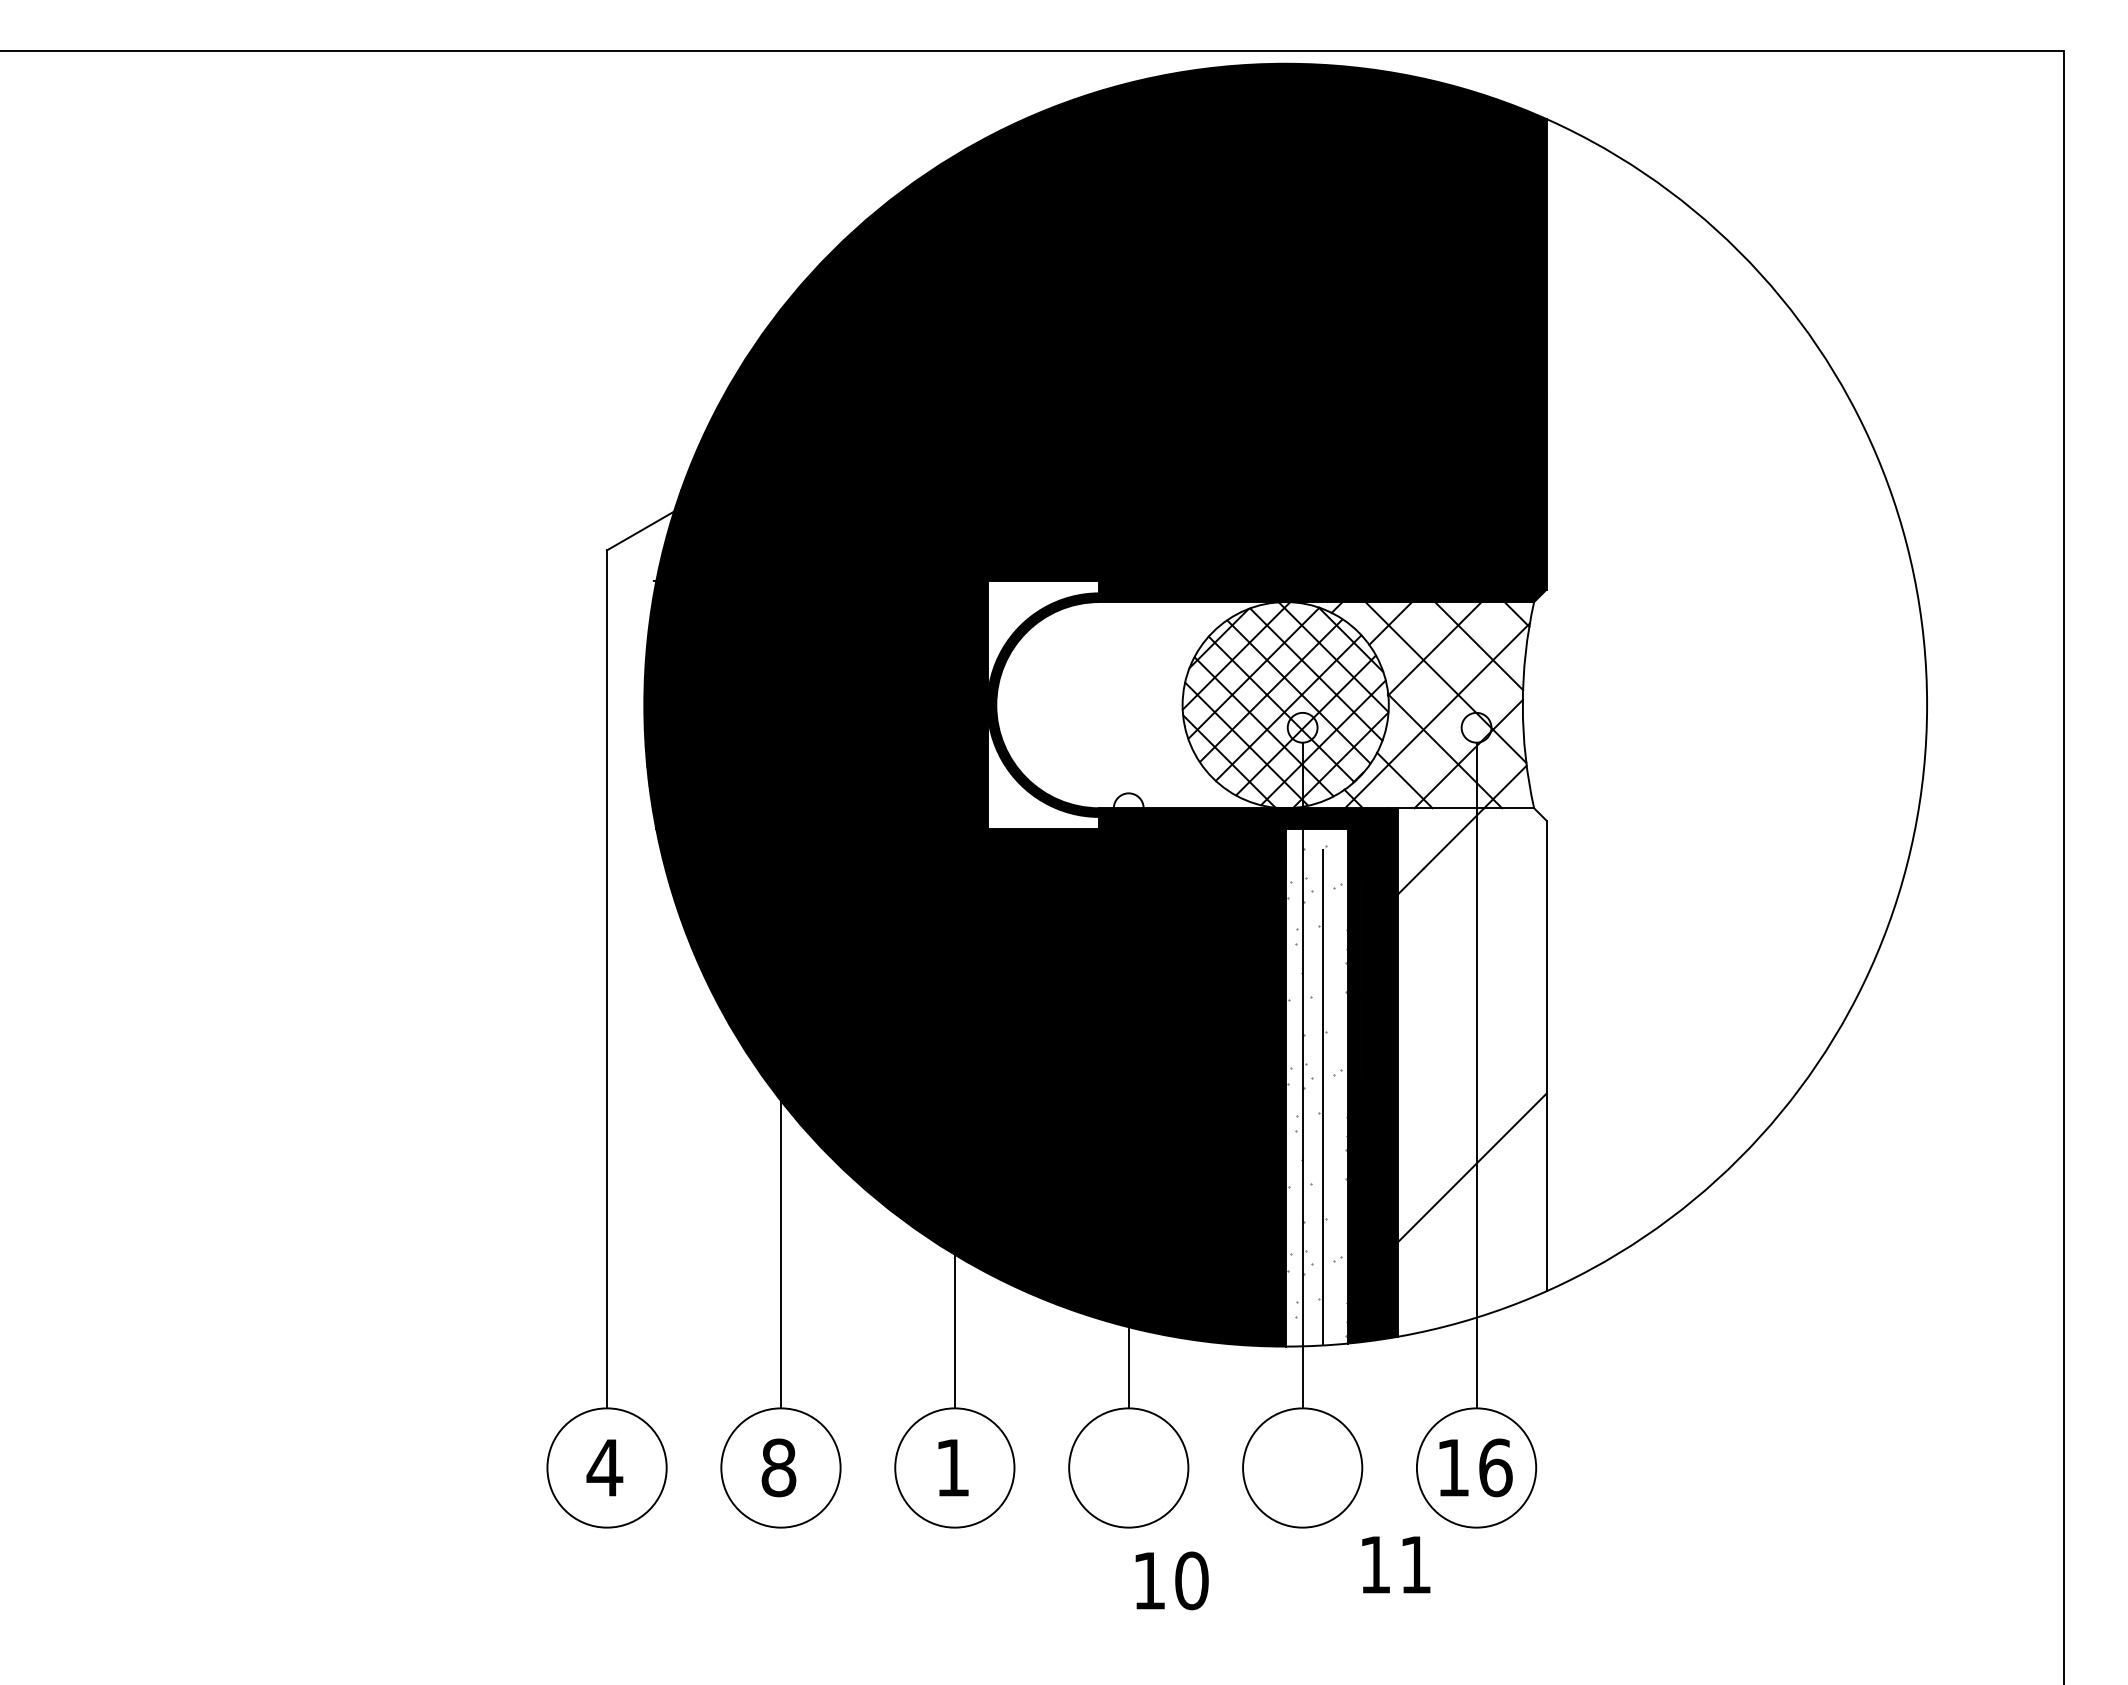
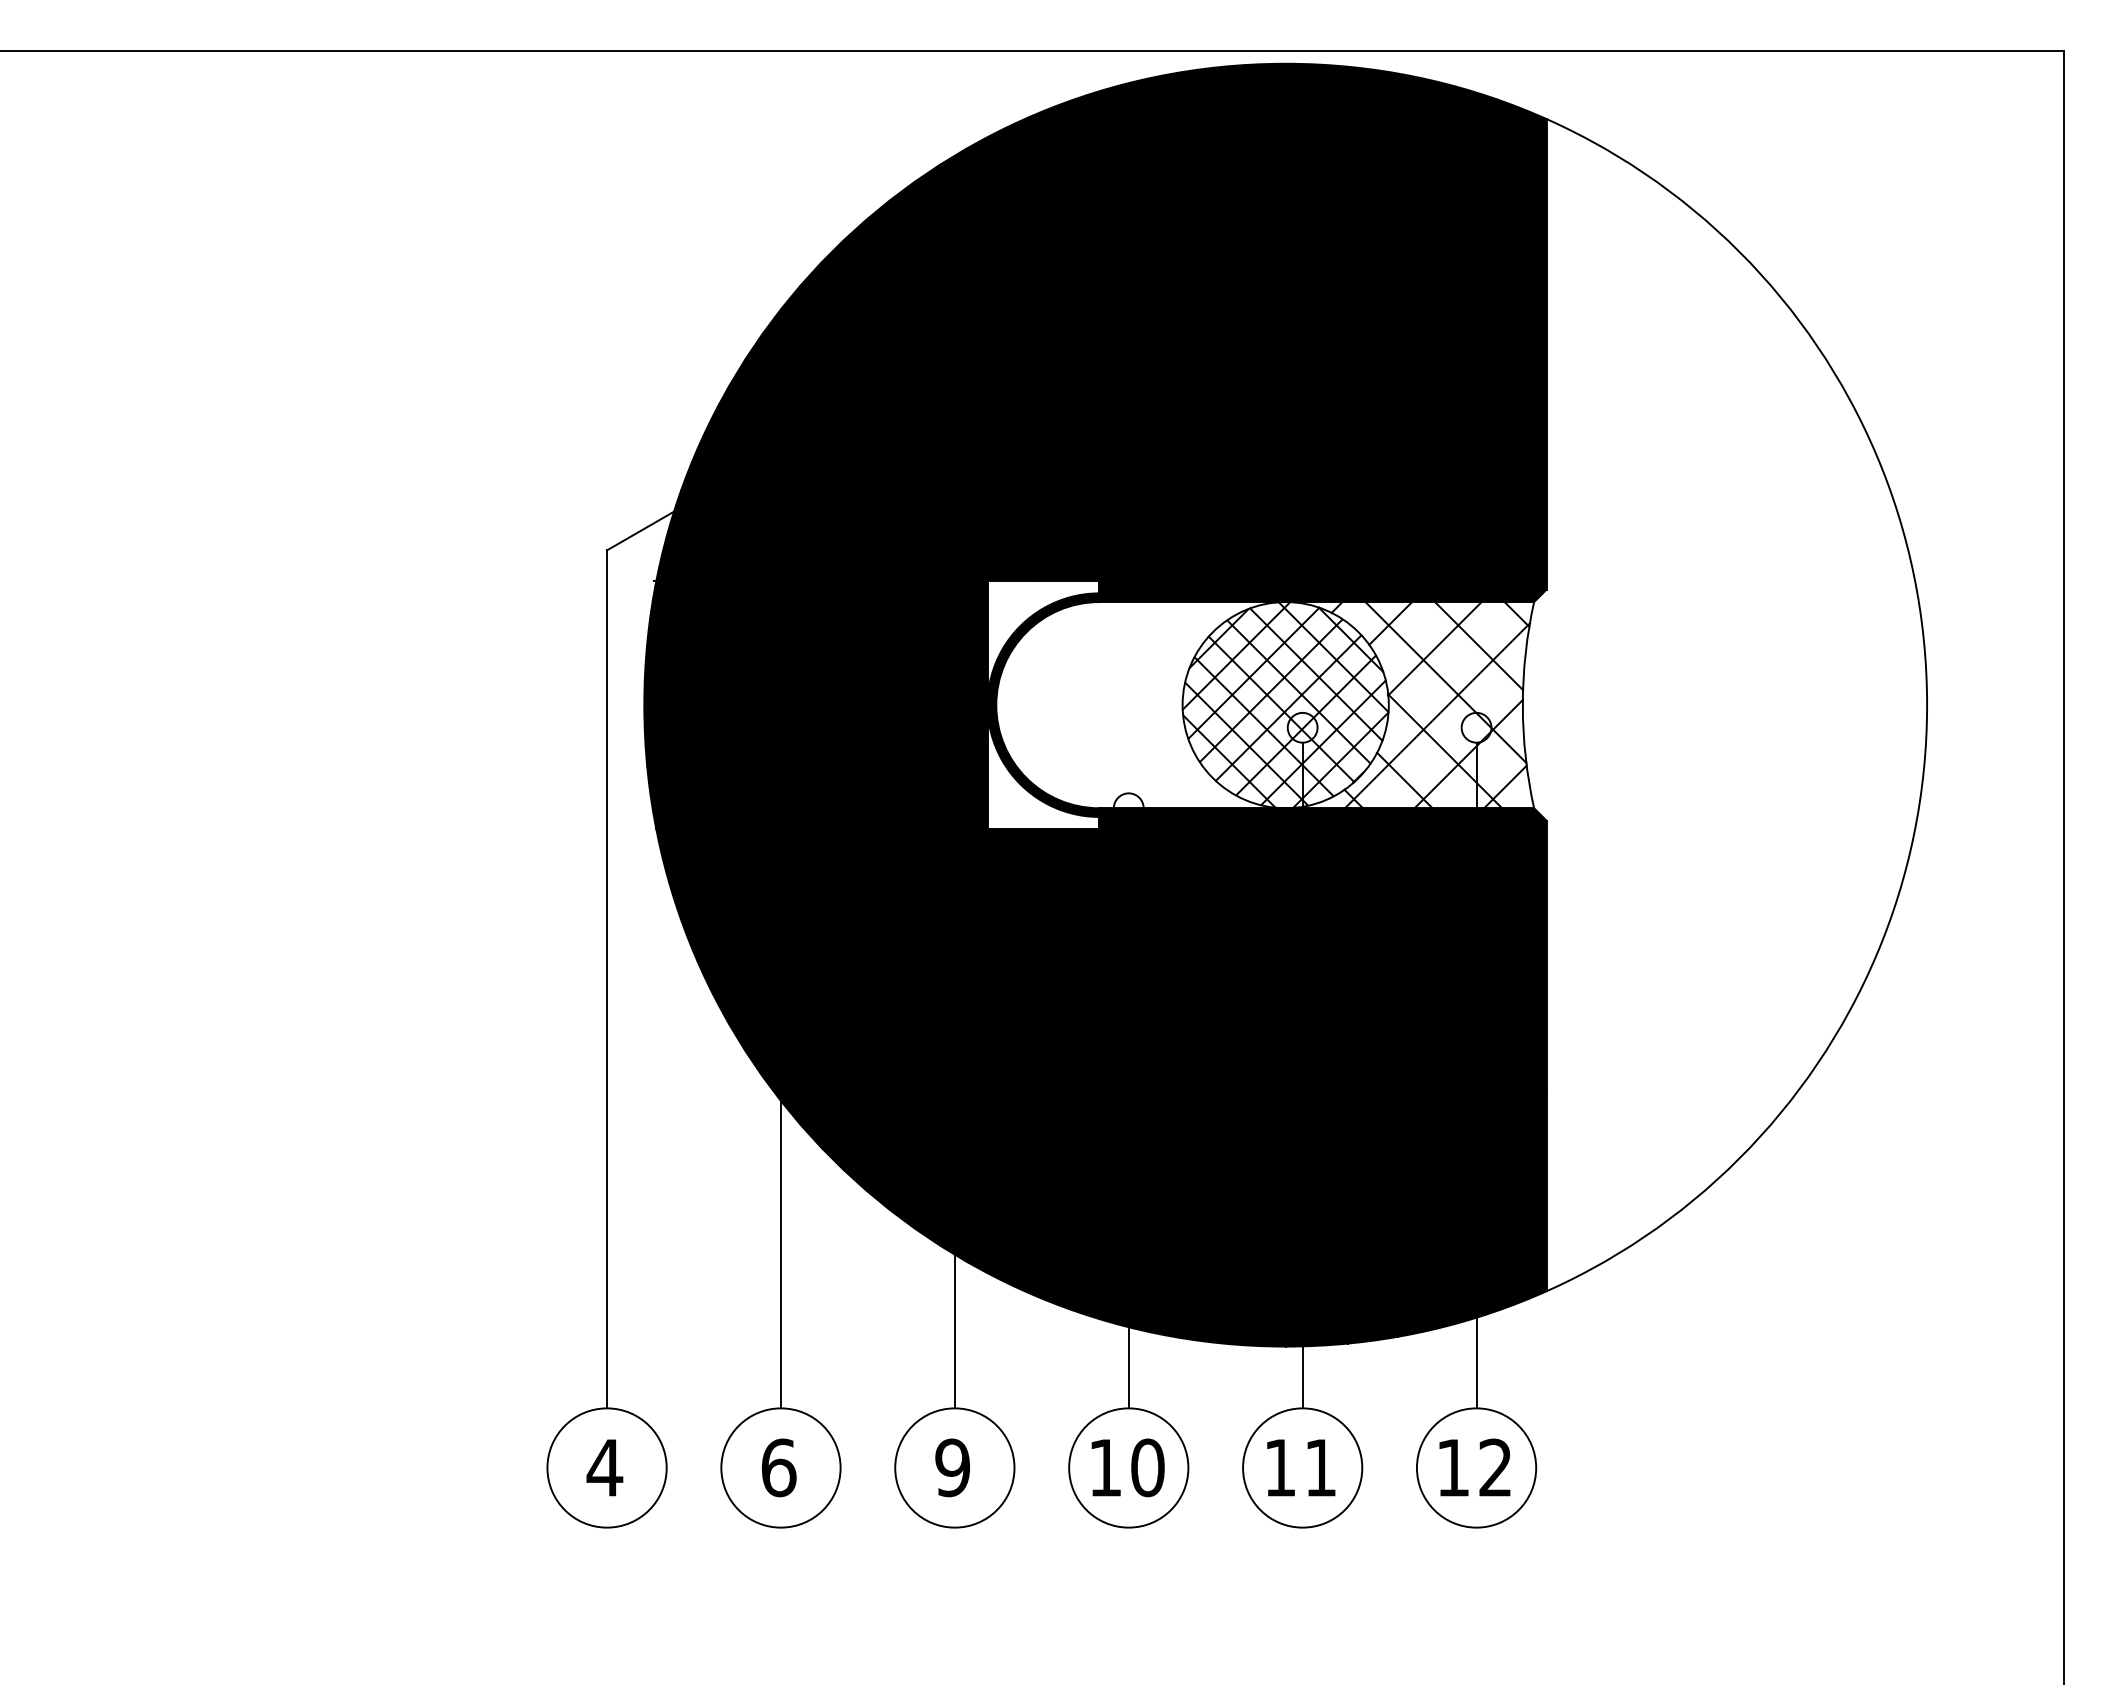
fill at (1471, 1072): none -> present
fill at (1316, 1087): none -> present
text at (778, 1467): 8 -> 6
text at (952, 1467): 1 -> 9
text at (1495, 1467): 16 -> 12
text at (1396, 1564) position: (1396, 1564) -> (1301, 1467)
text at (1171, 1580) position: (1171, 1580) -> (1127, 1467)
